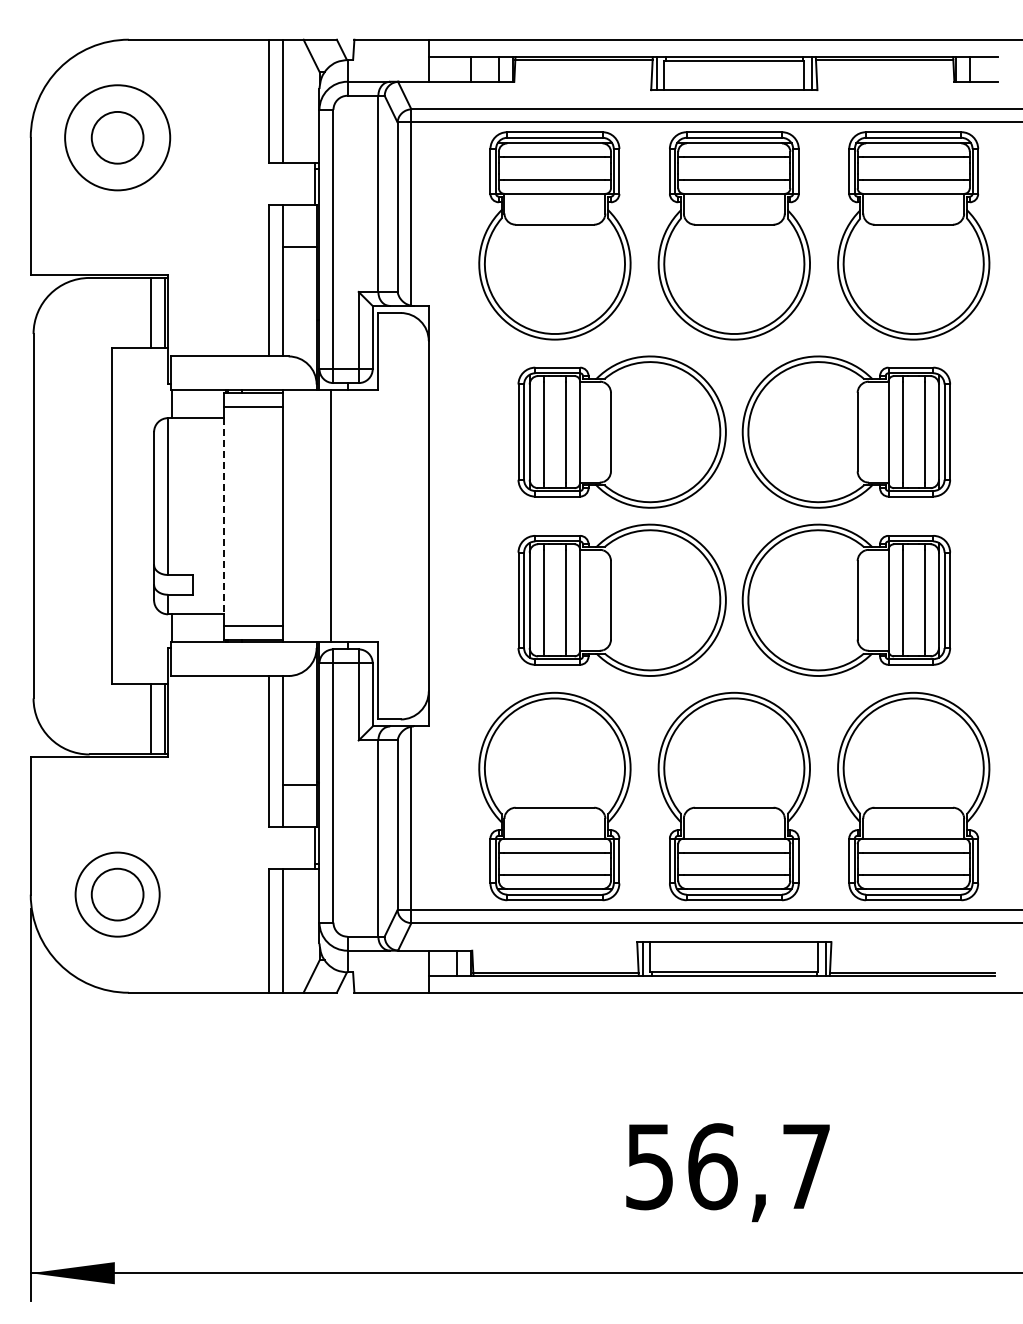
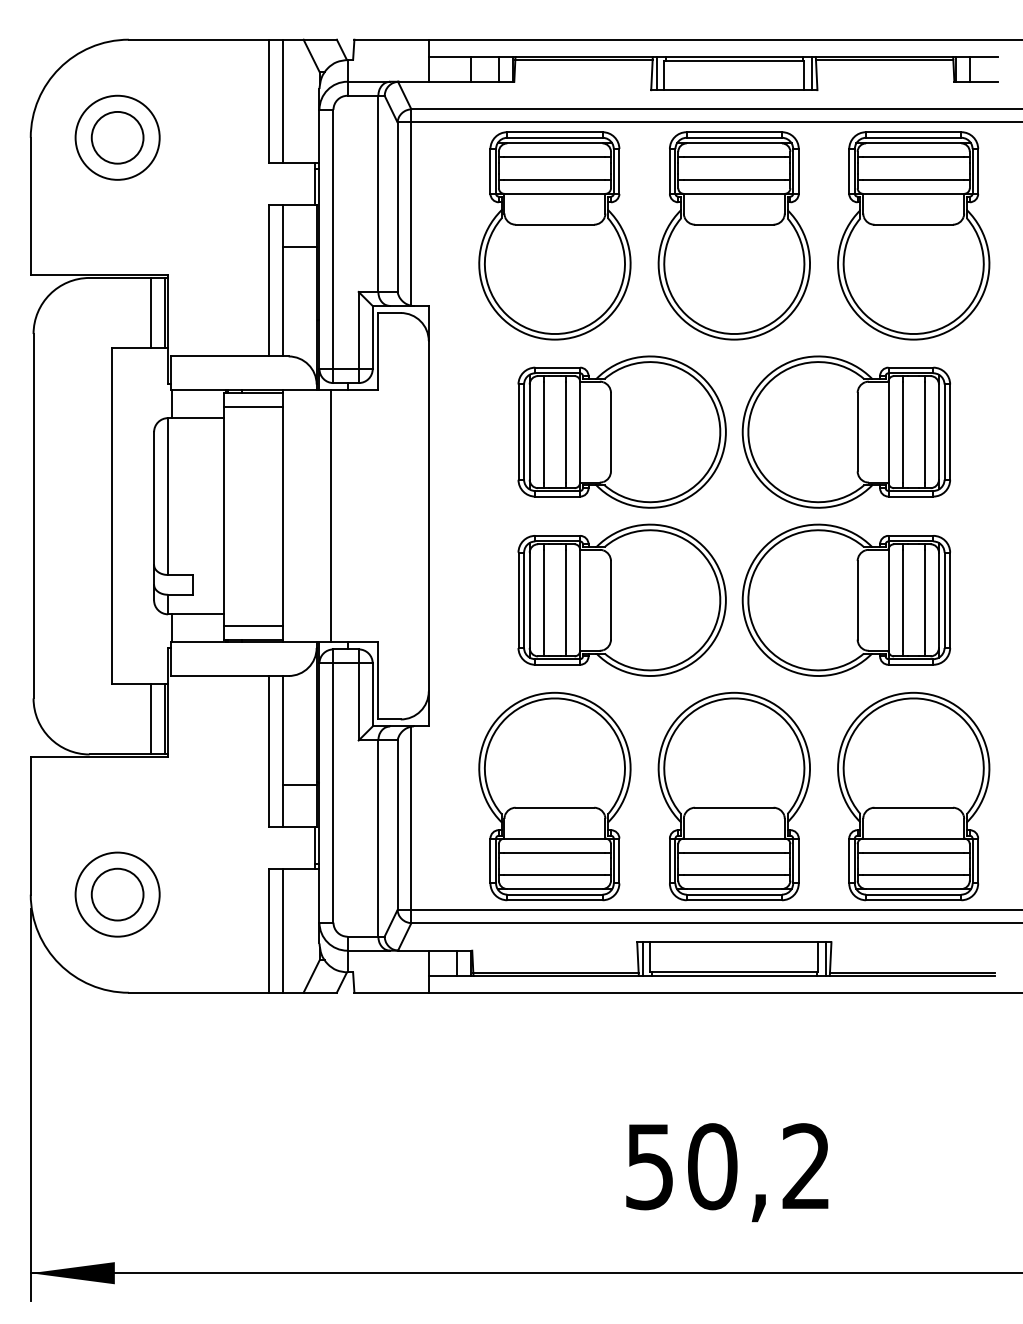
circle at (117, 137) diameter: 105 px -> 84 px
line at (224, 516): dashed -> solid
text at (758, 1166): 56,7 -> 50,2
